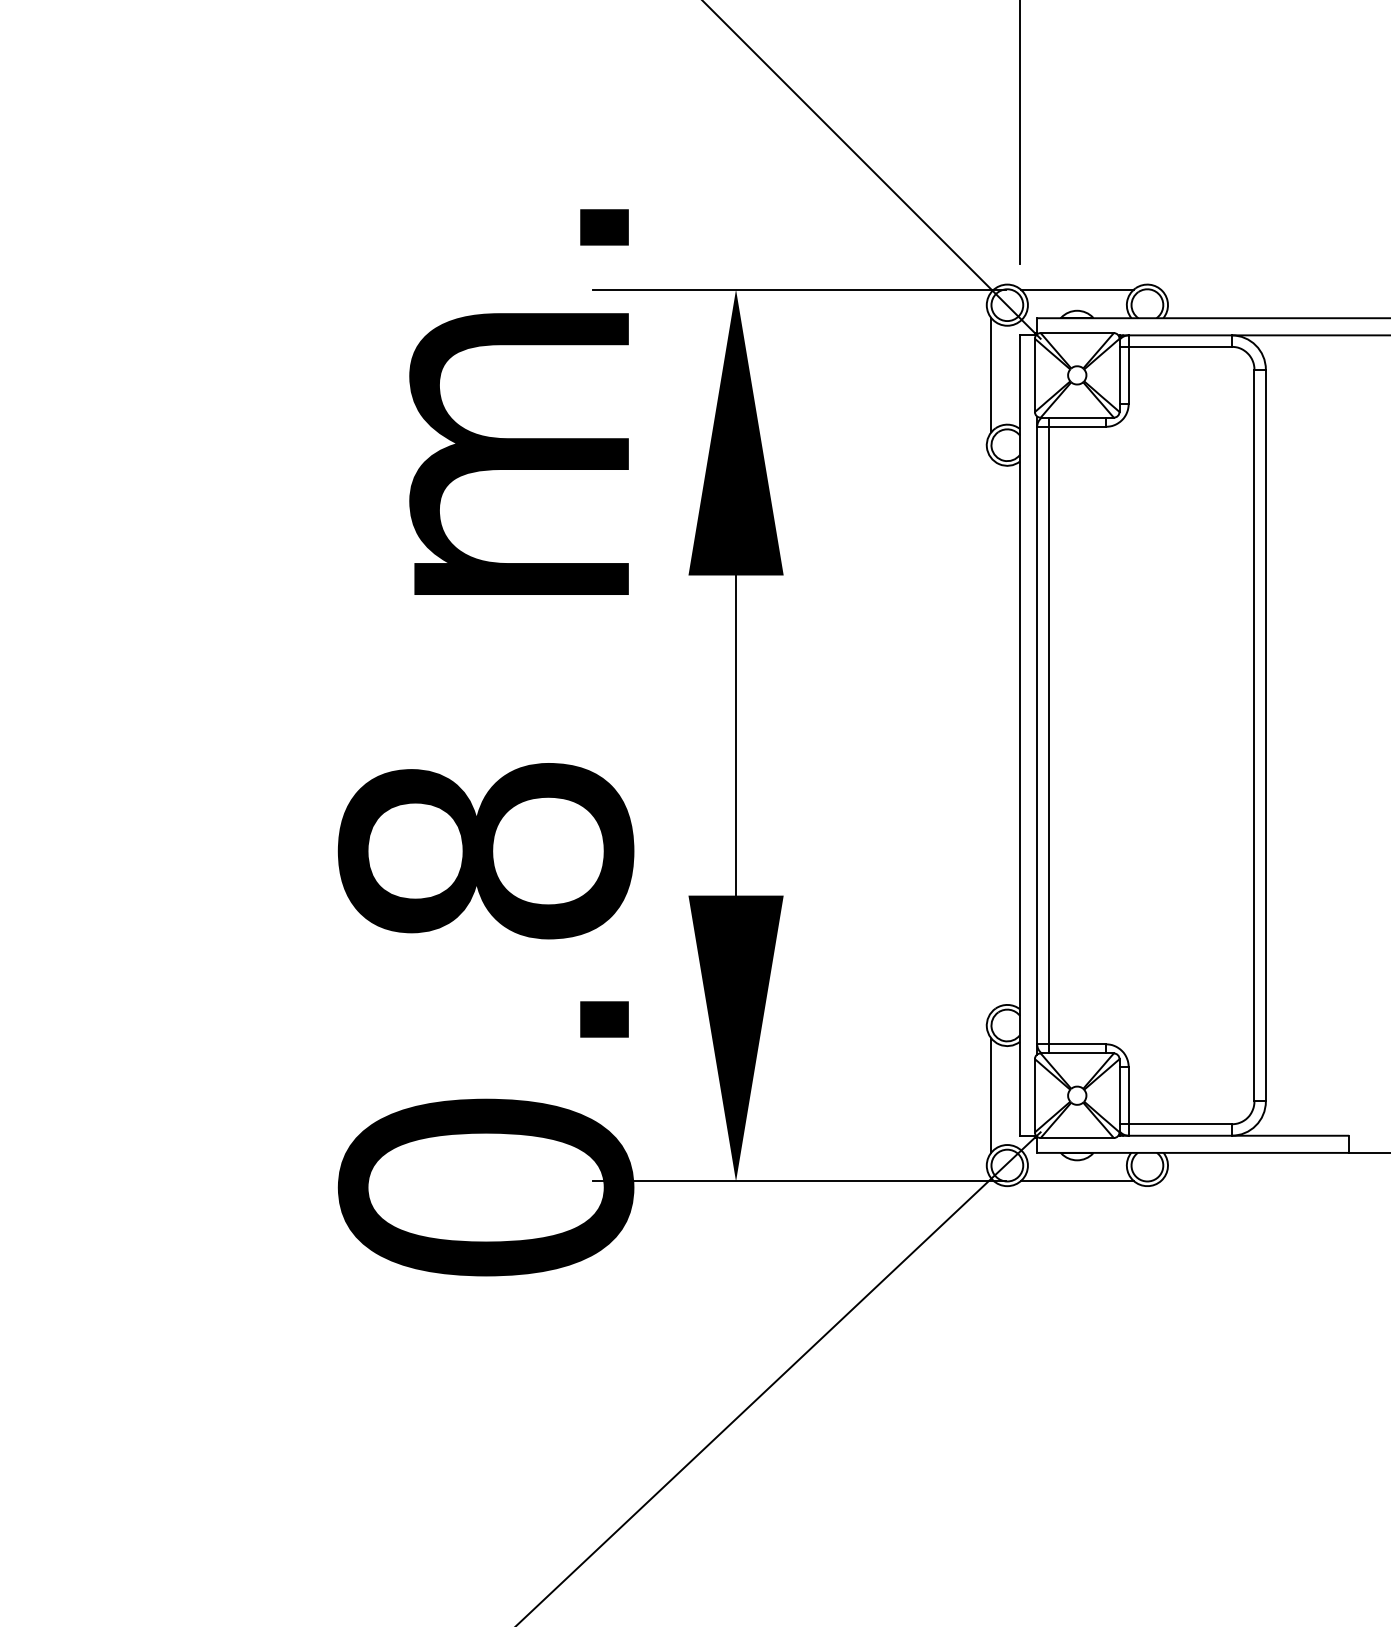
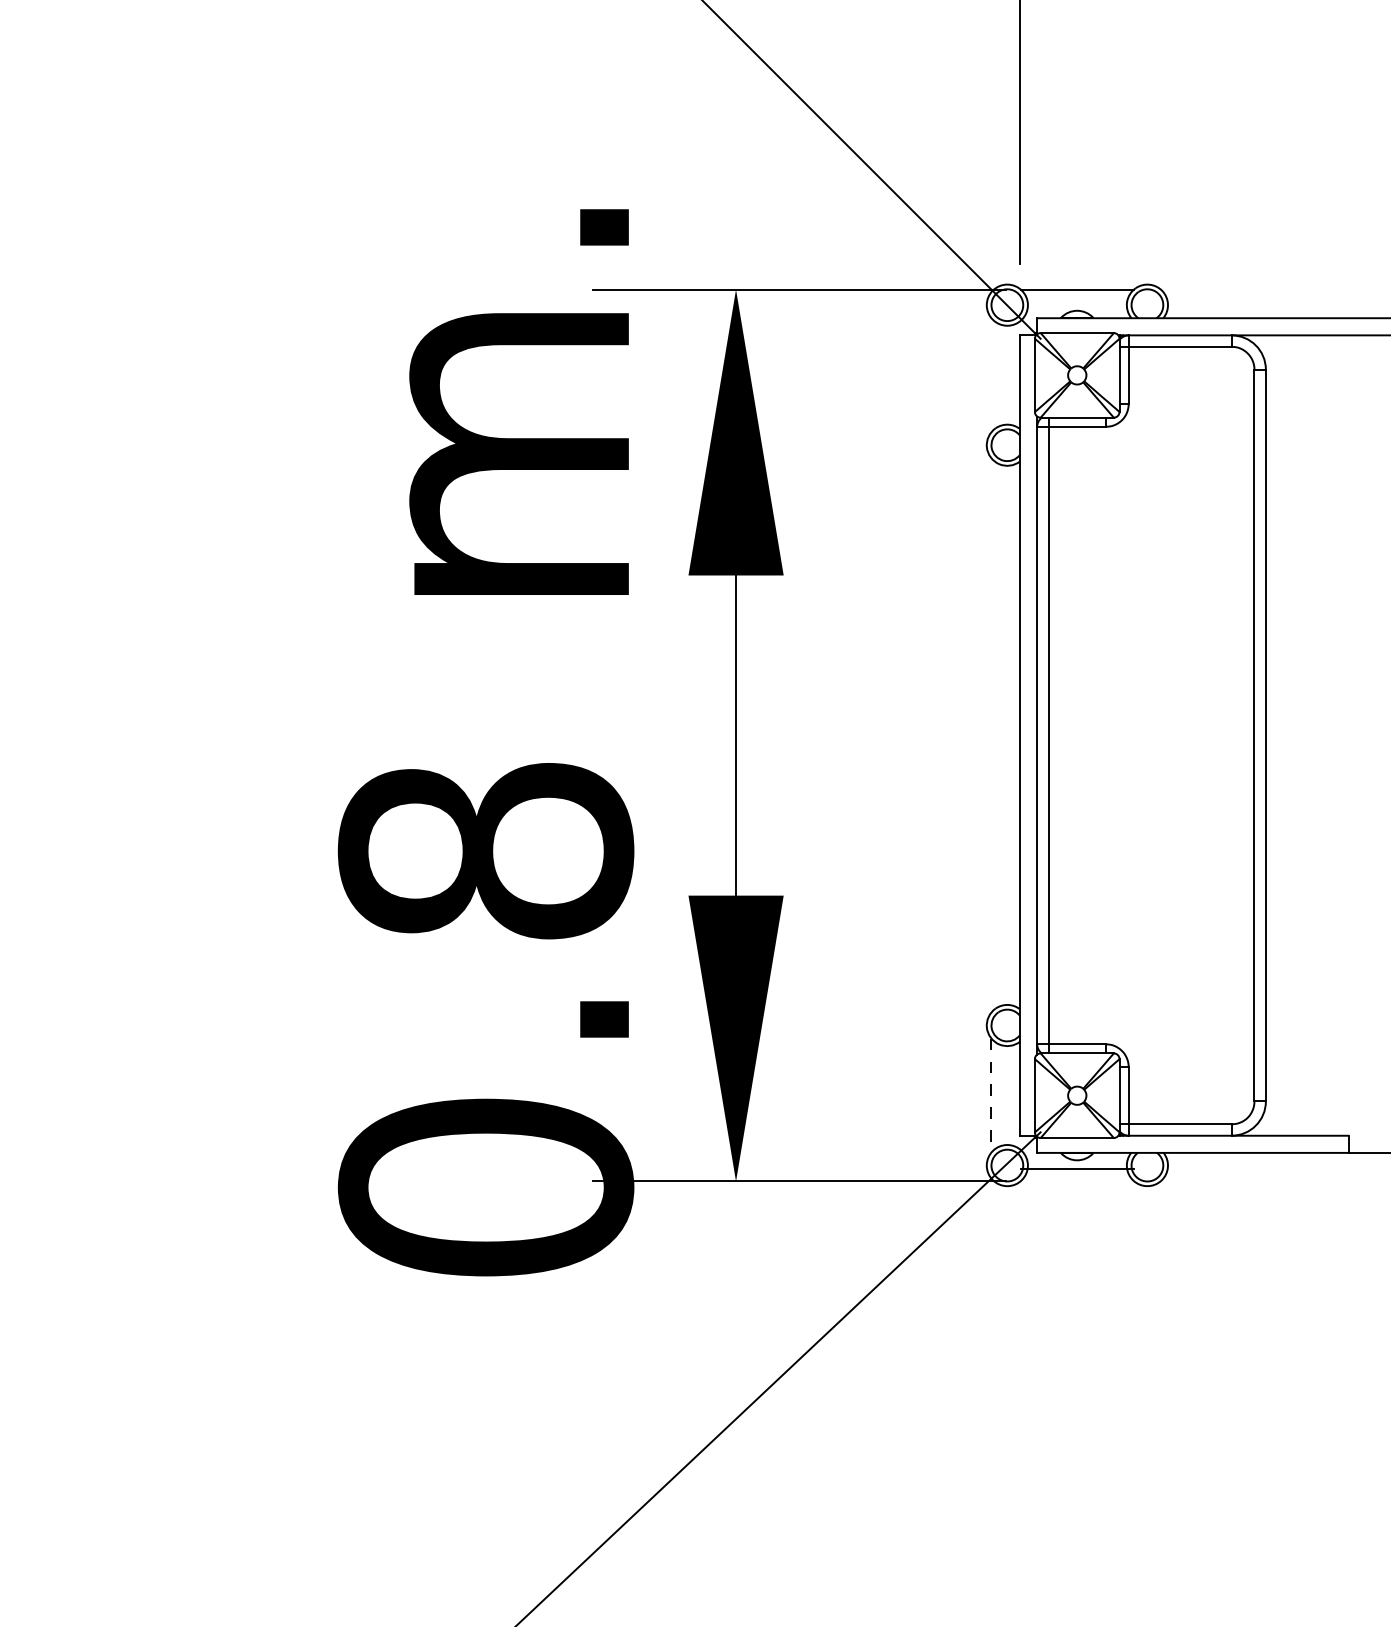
line at (991, 375): present -> none
line at (991, 1095): solid -> dashed
line at (1077, 1181) position: (1077, 1181) -> (1077, 1169)
